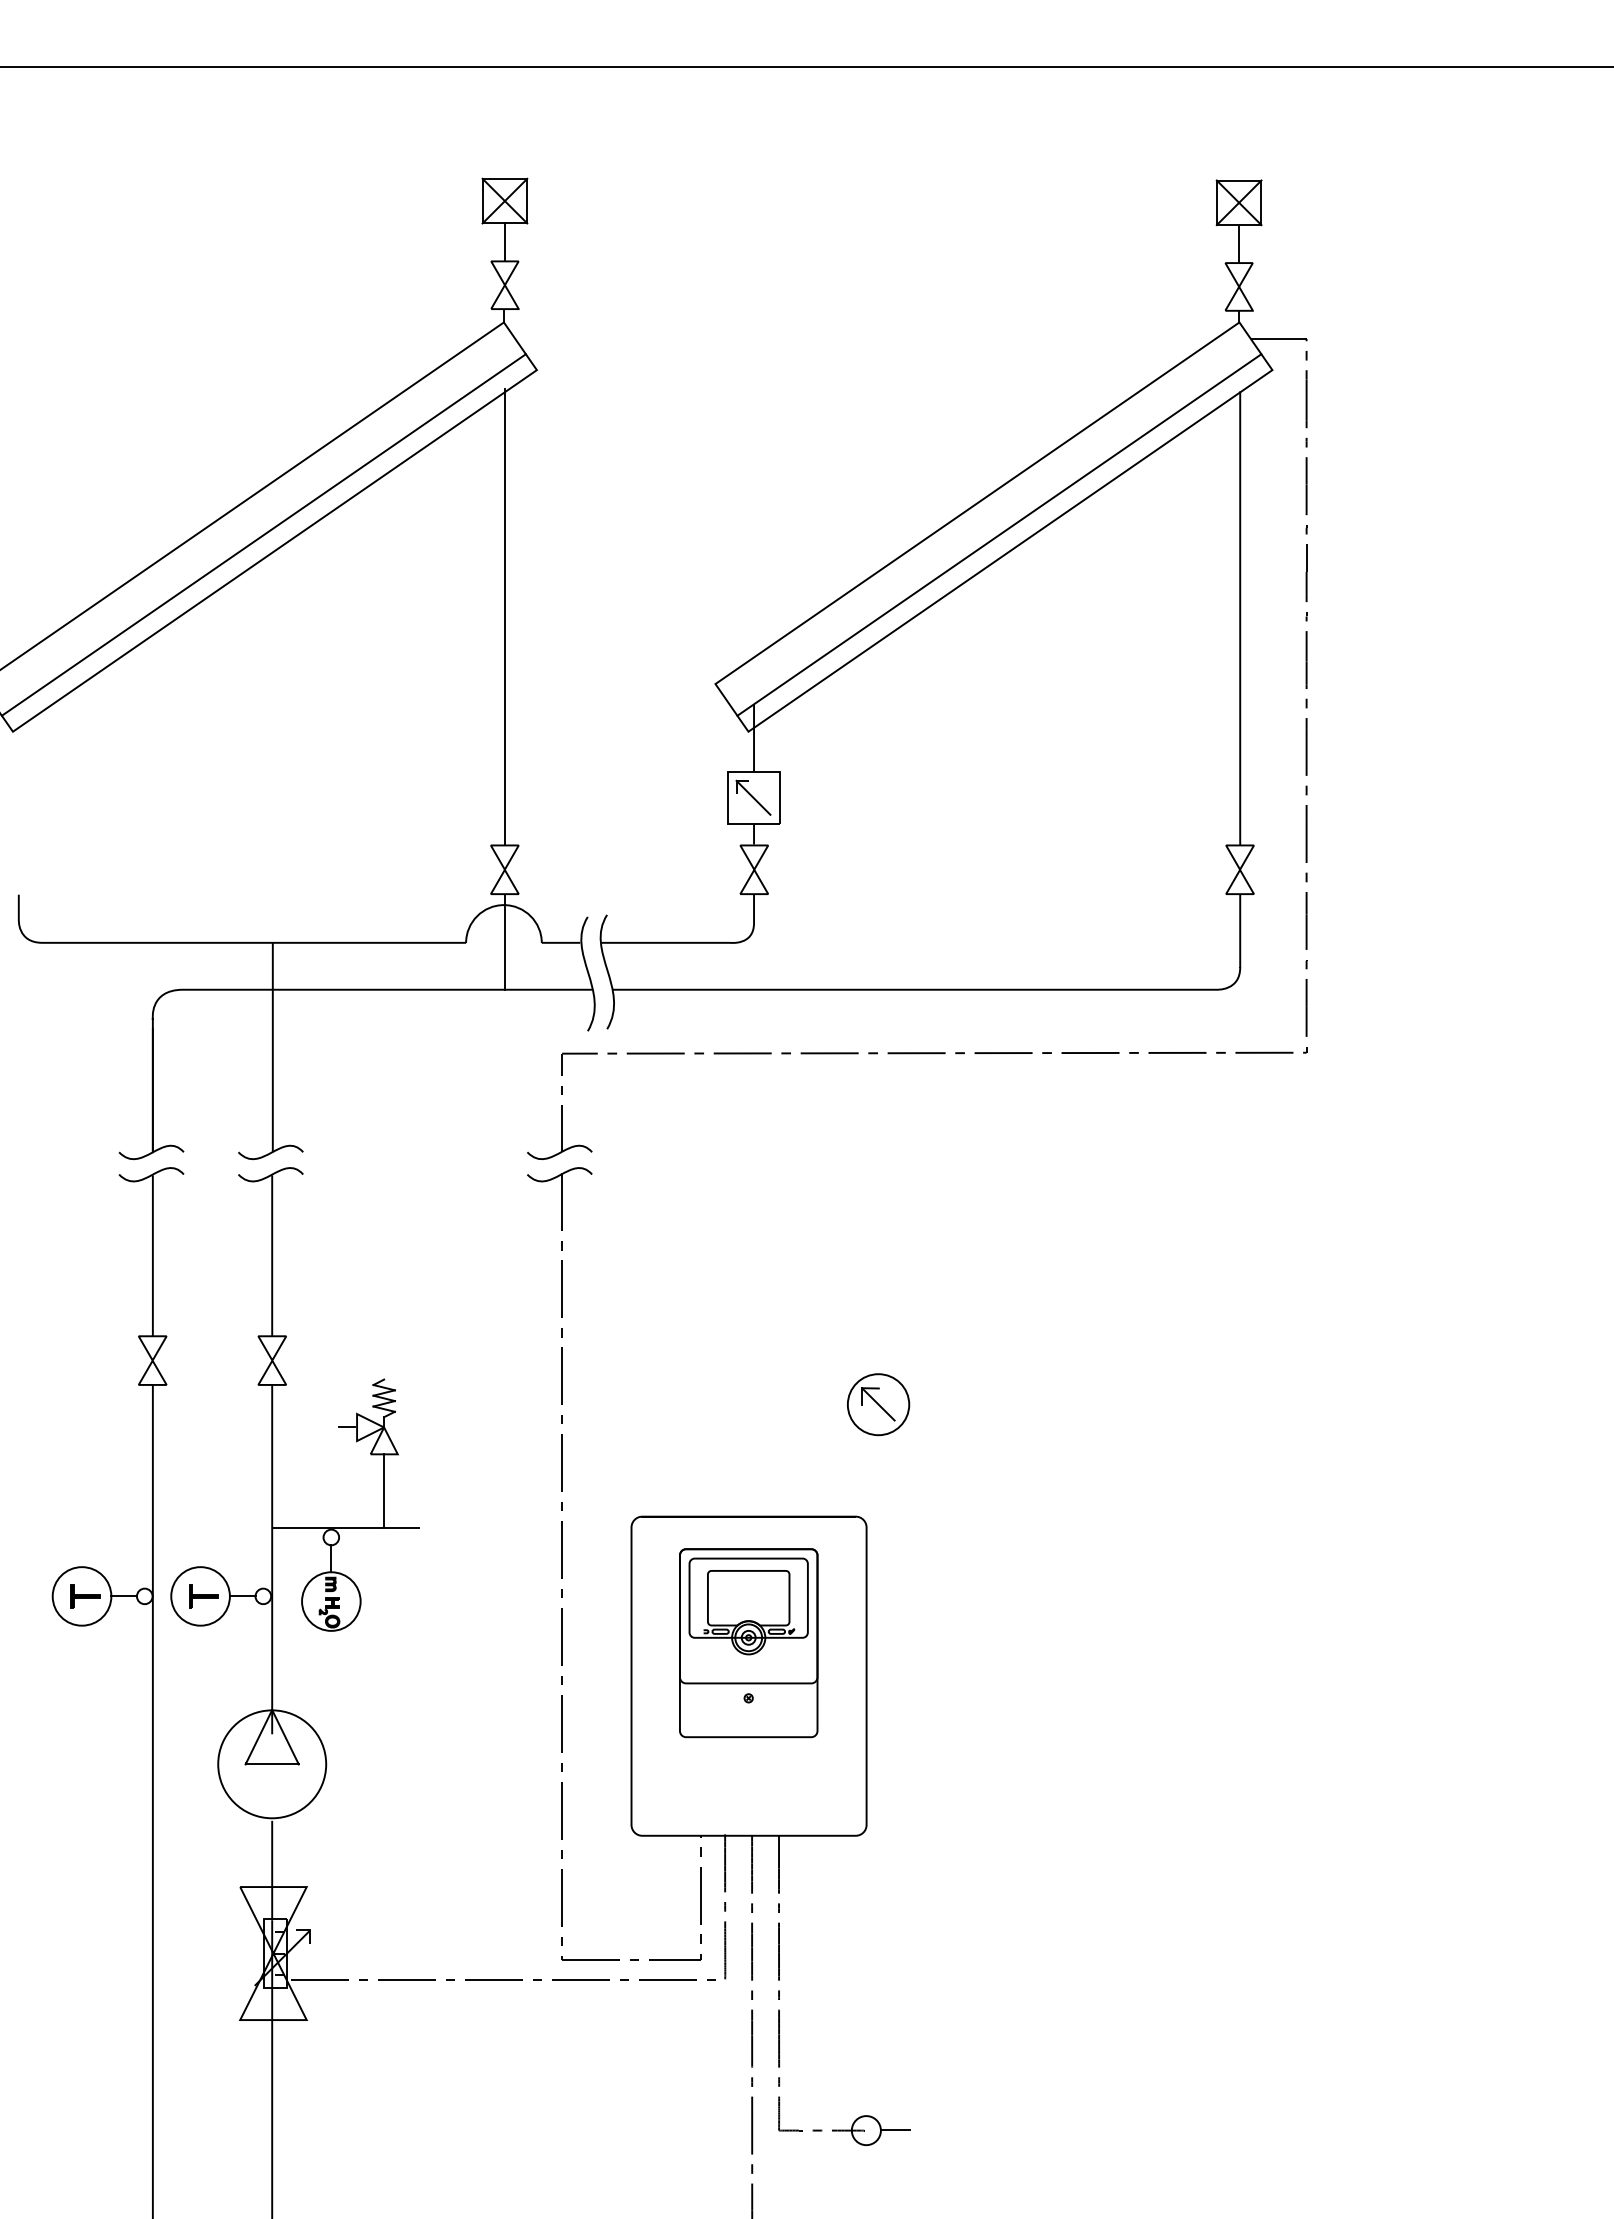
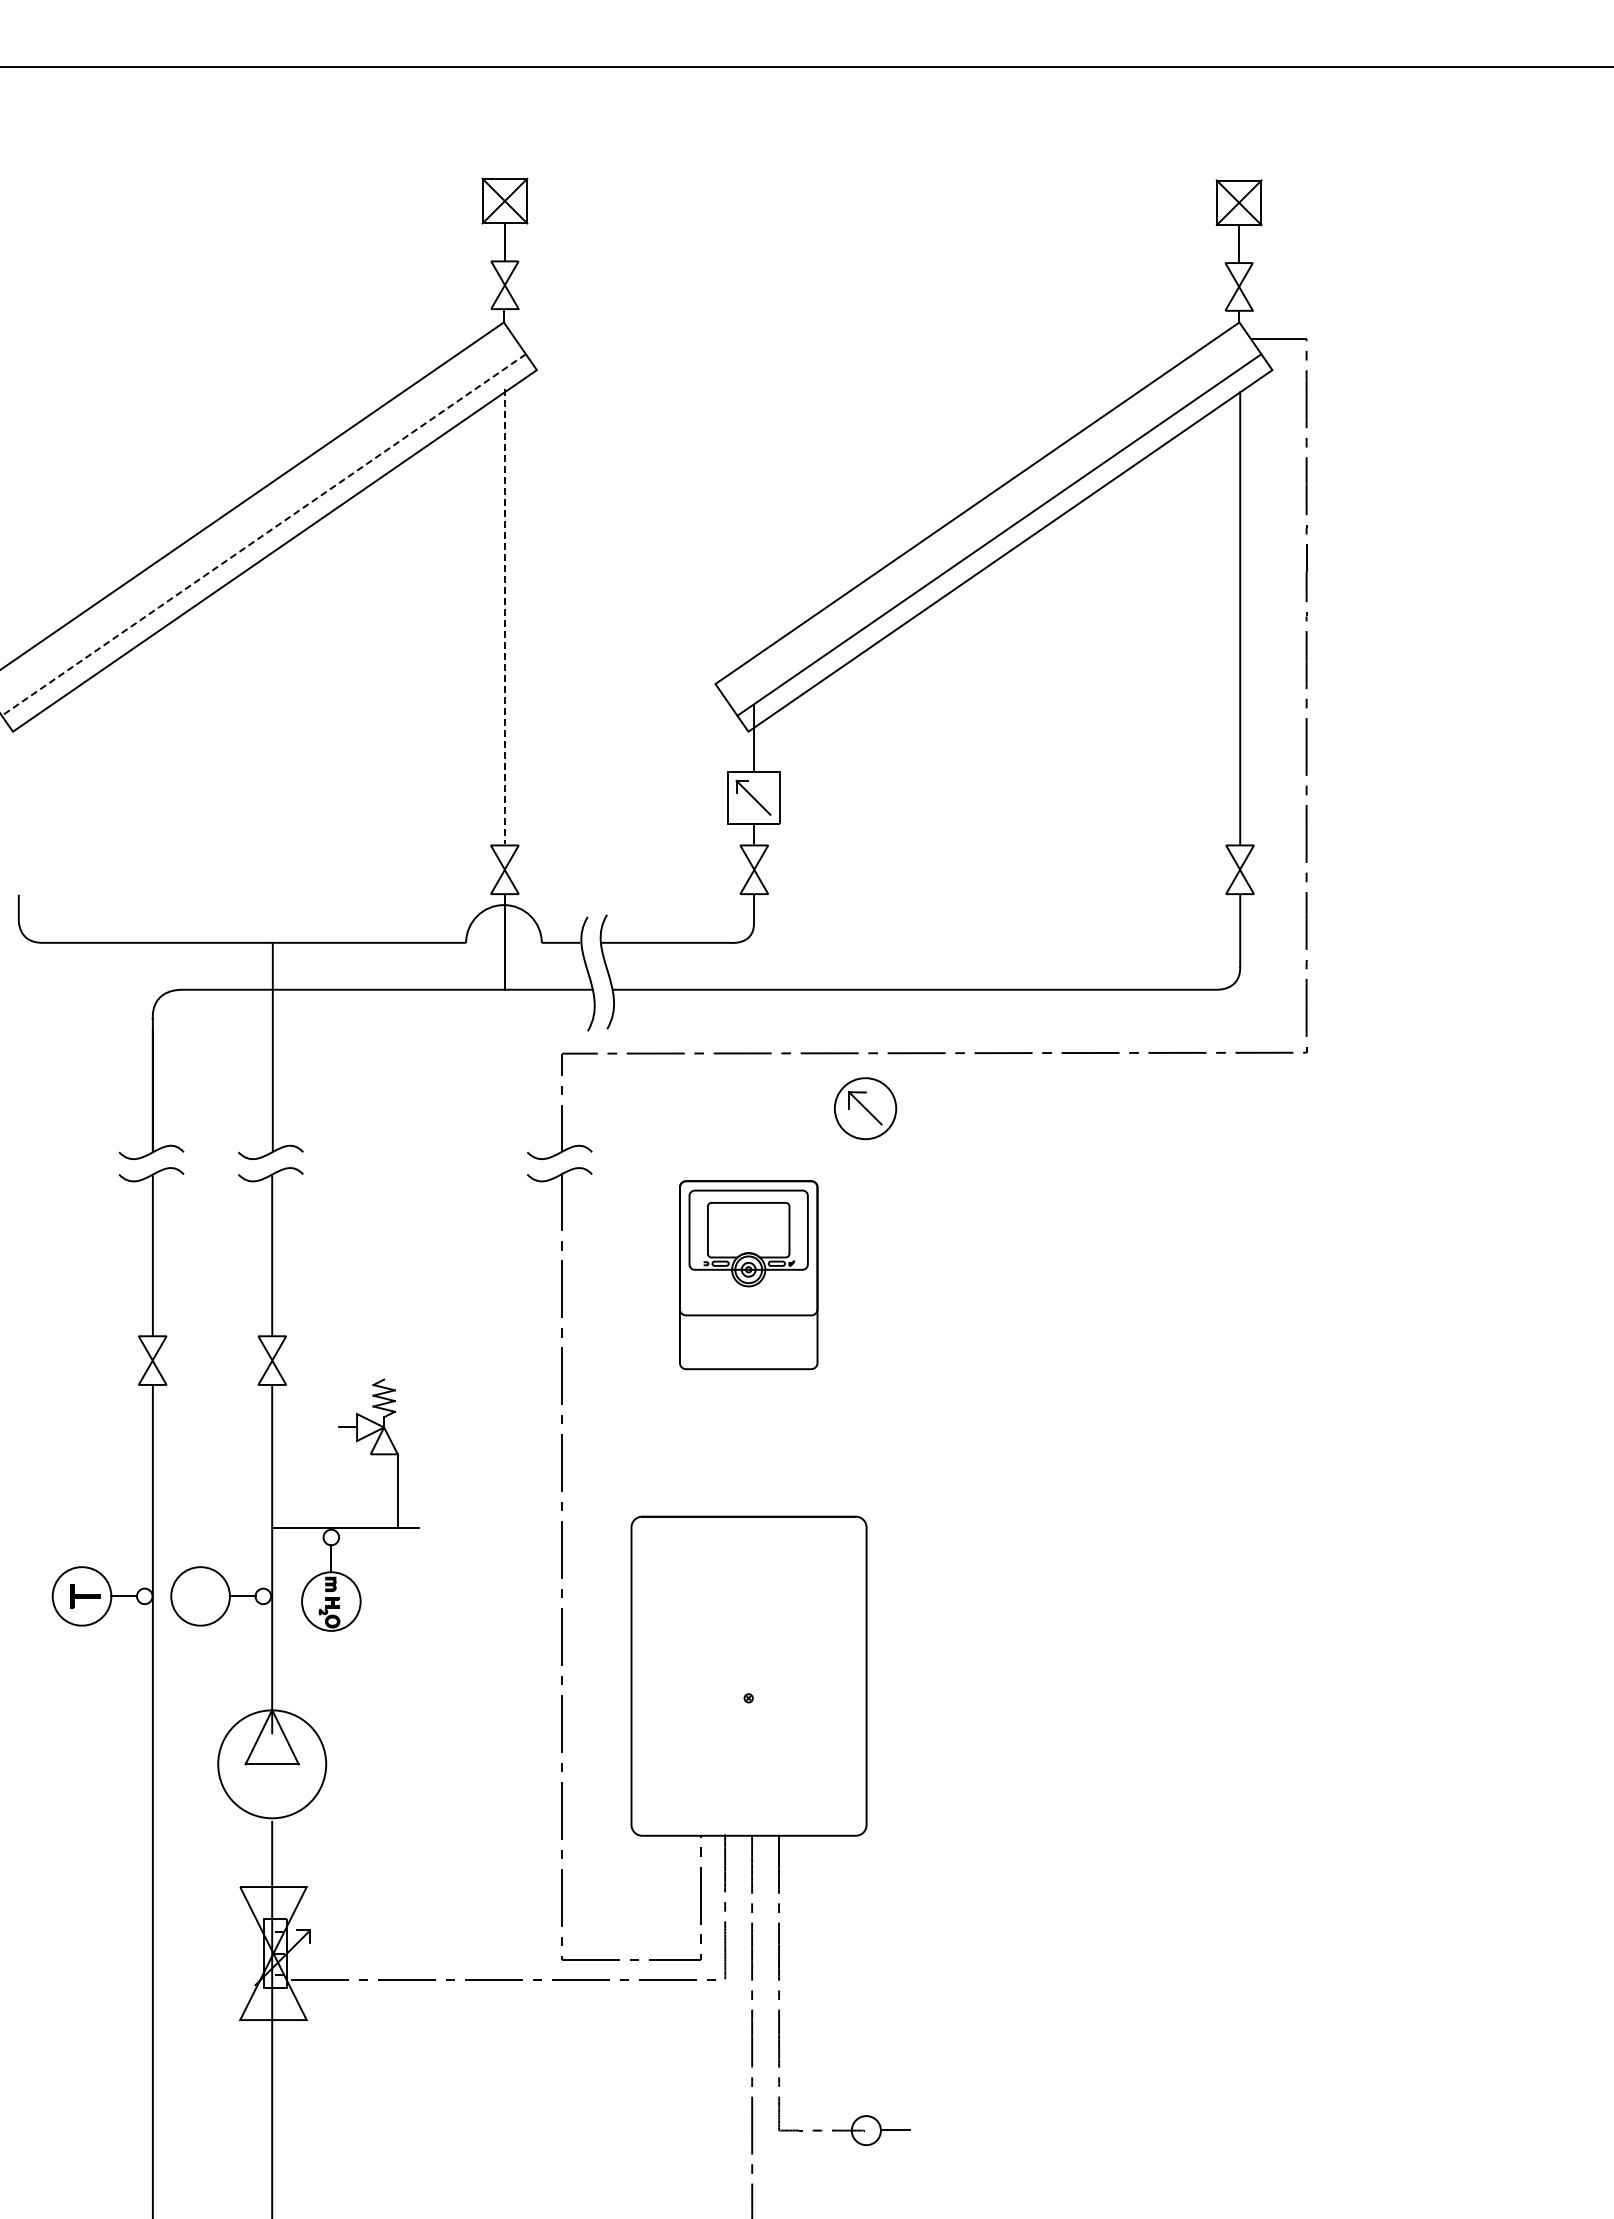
line at (263, 535): solid -> dashed
line at (504, 617): solid -> dashed
part at (878, 1404) position: (878, 1404) -> (865, 1108)
line at (384, 1491) position: (384, 1491) -> (398, 1491)
part at (203, 1596): present -> none
part at (748, 1643) position: (748, 1643) -> (748, 1275)
